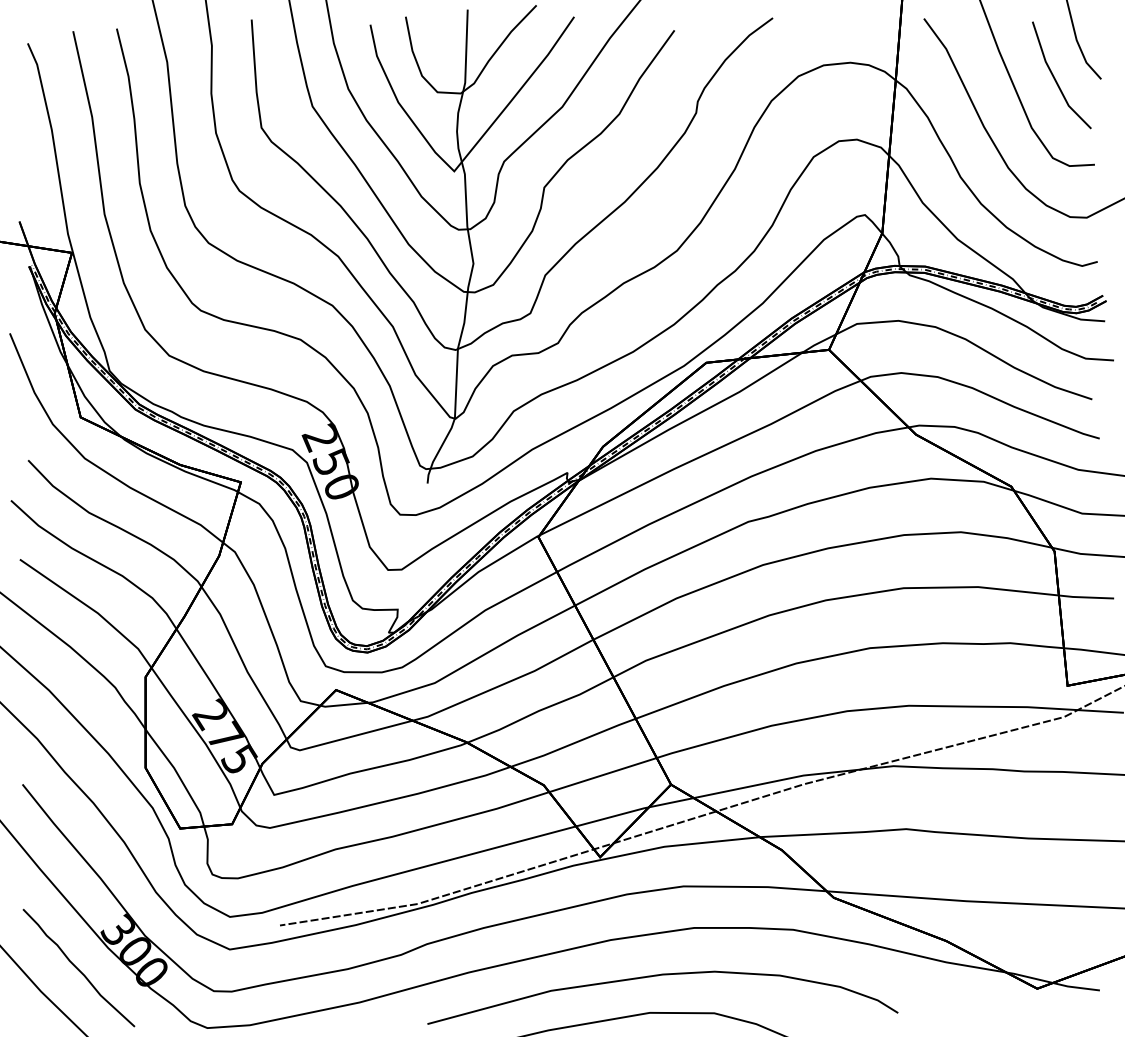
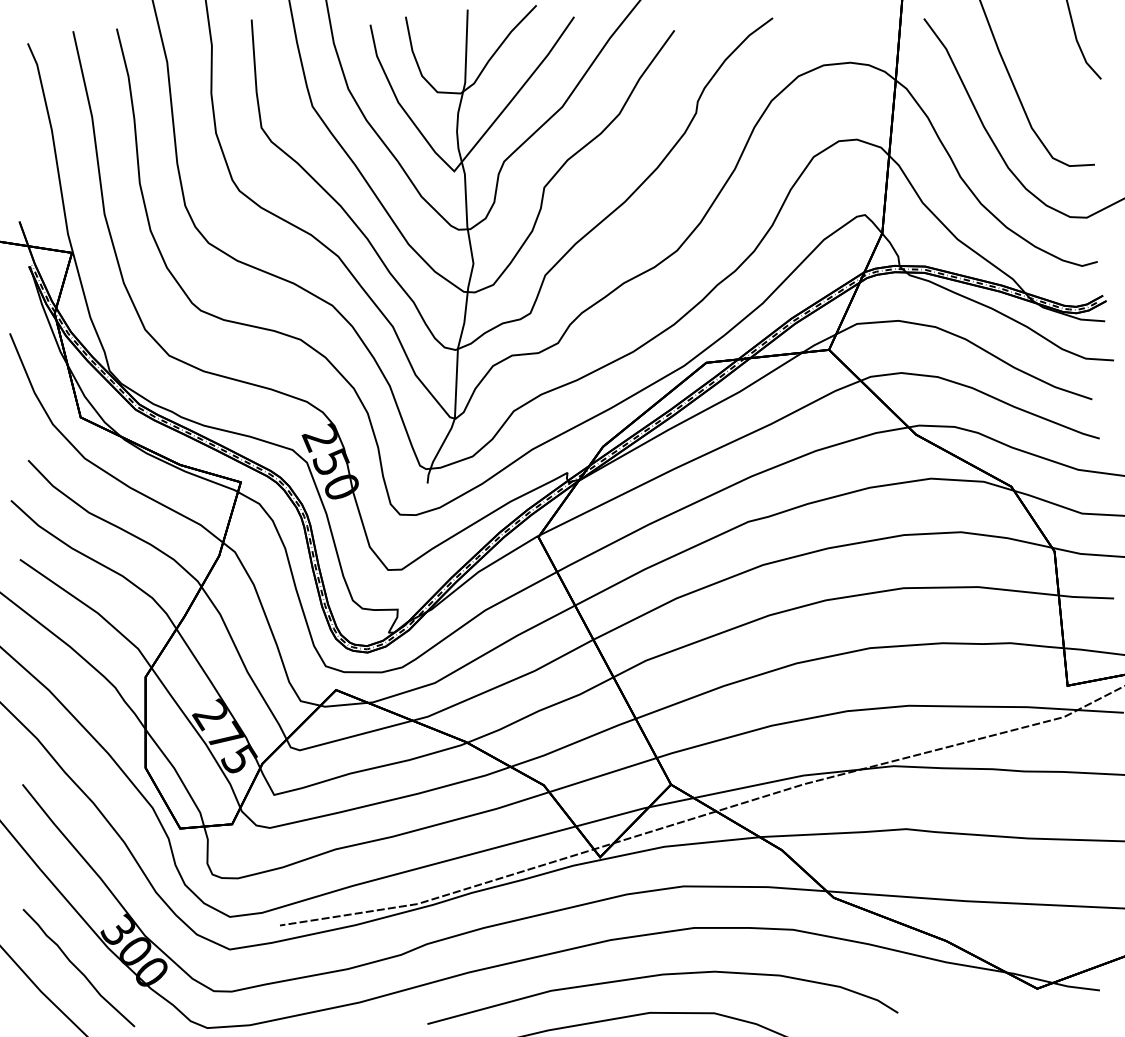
line at (1056, 79): present -> none
